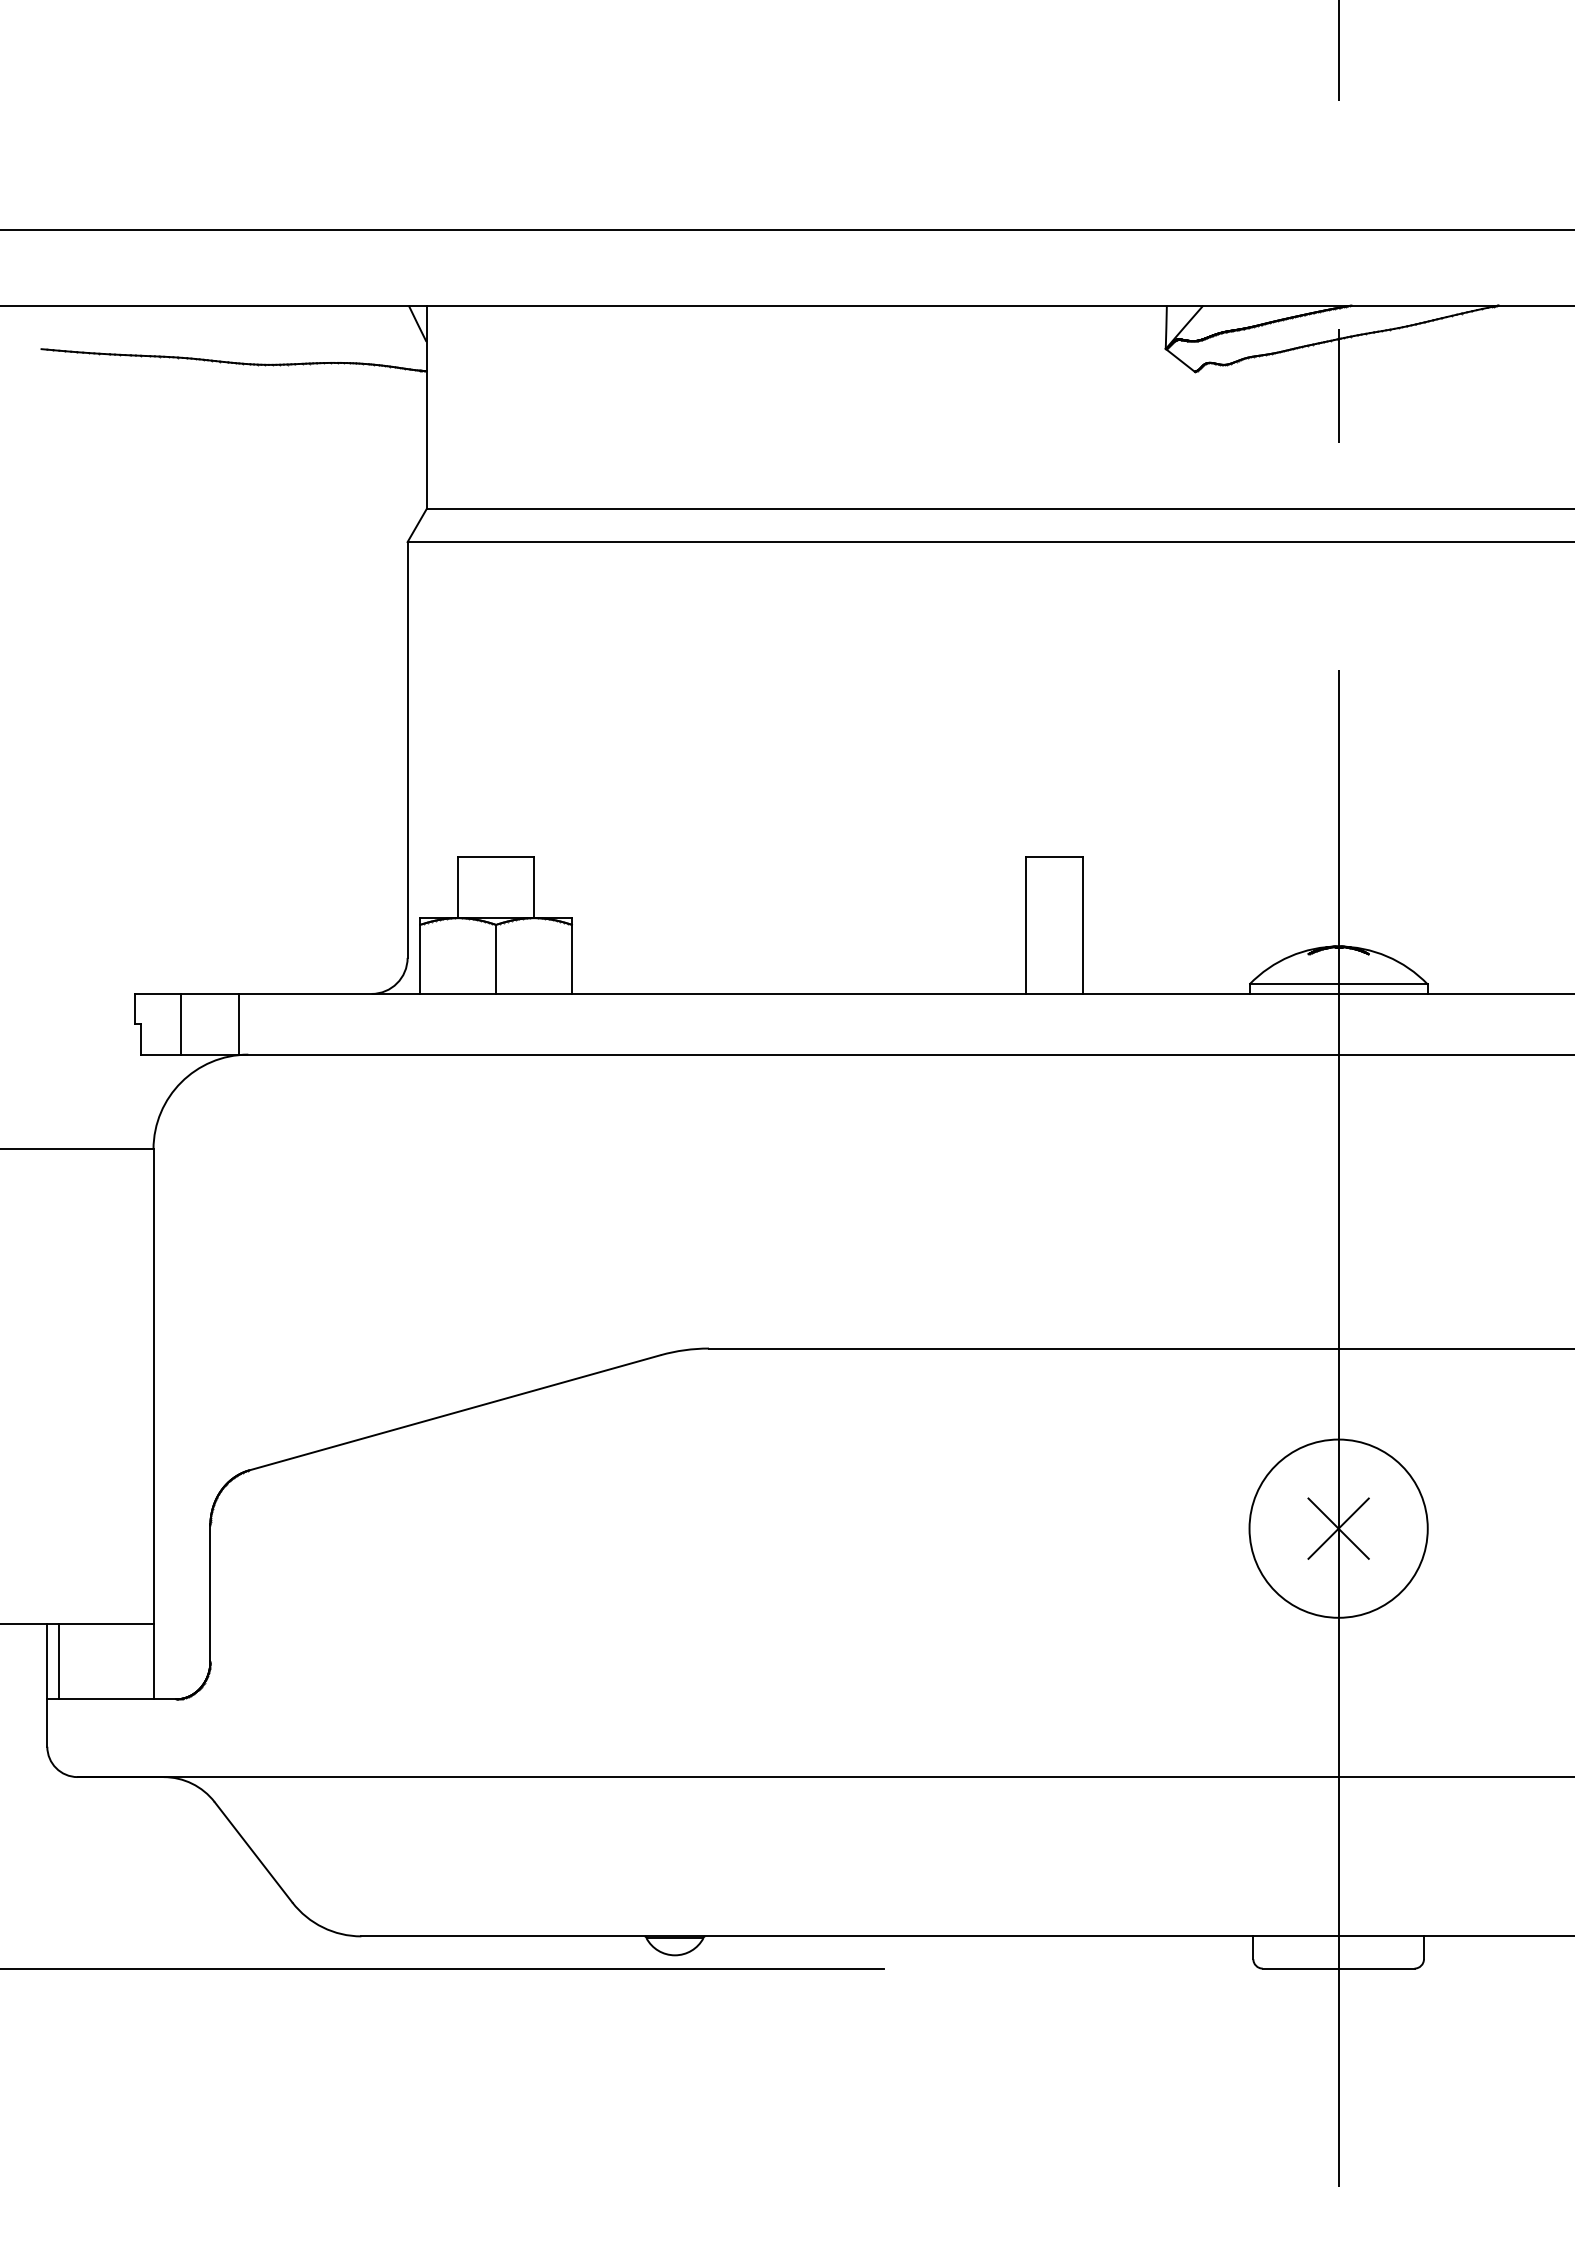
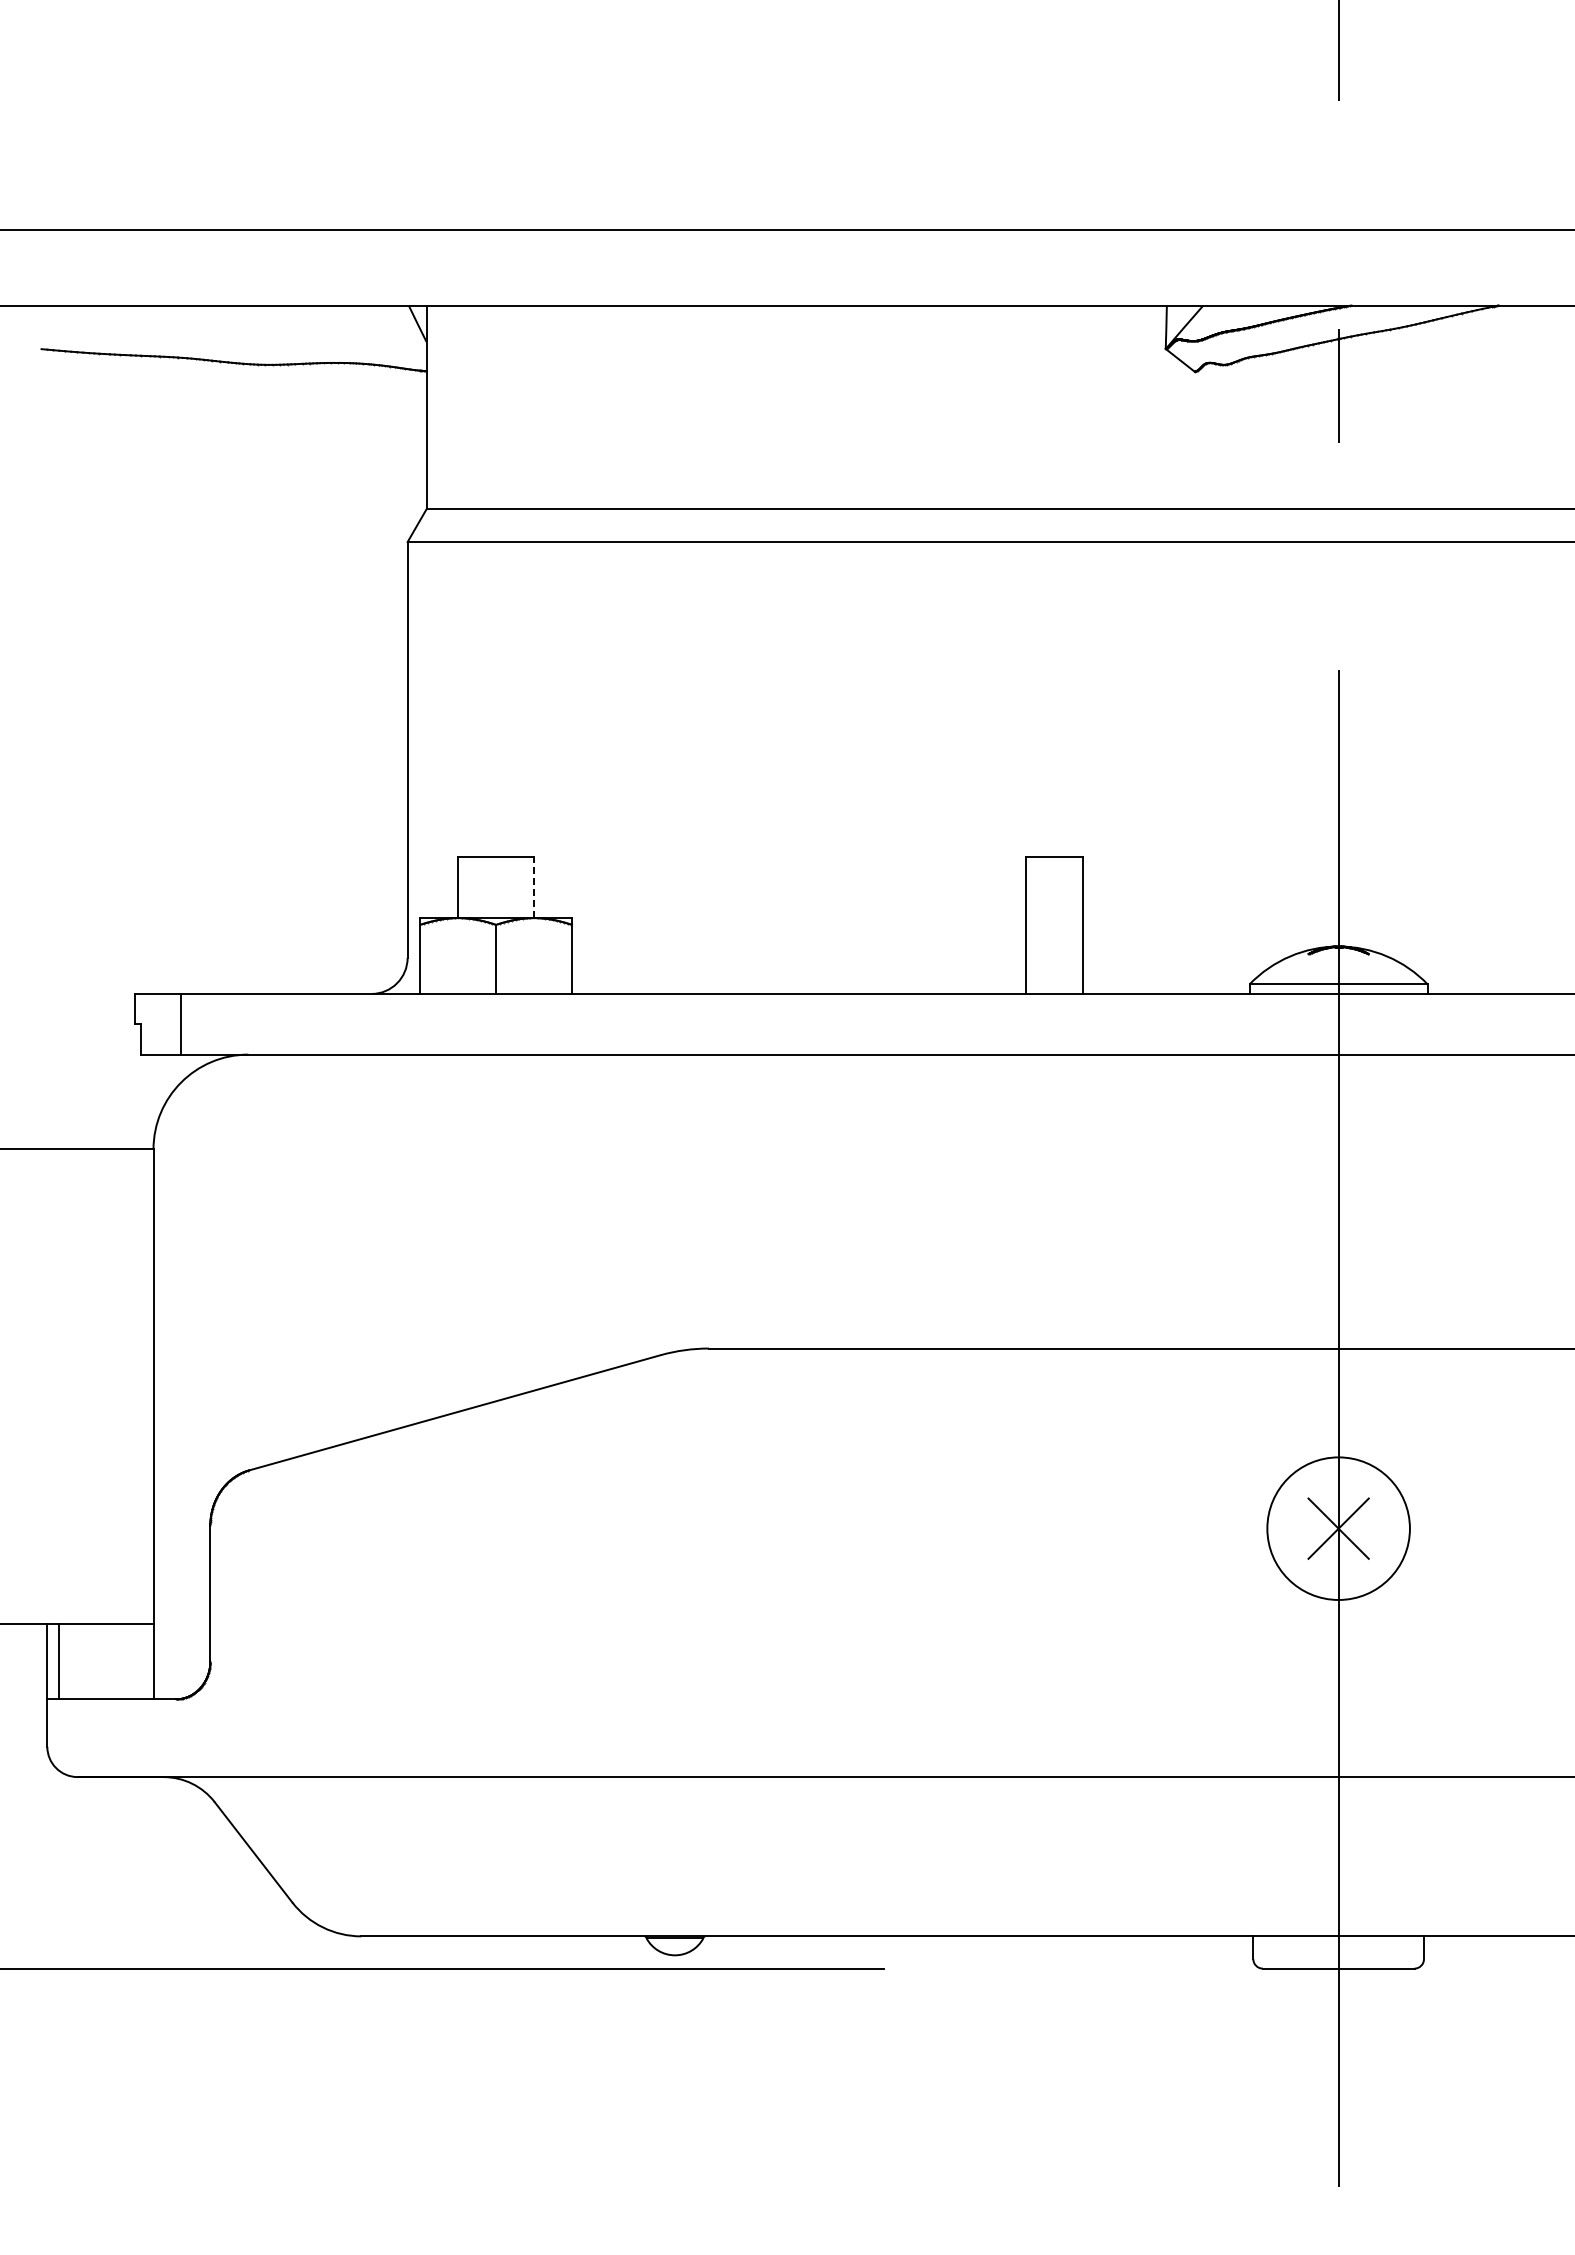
line at (534, 887): solid -> dashed
line at (239, 1023): present -> none
circle at (1338, 1528) diameter: 178 px -> 143 px
